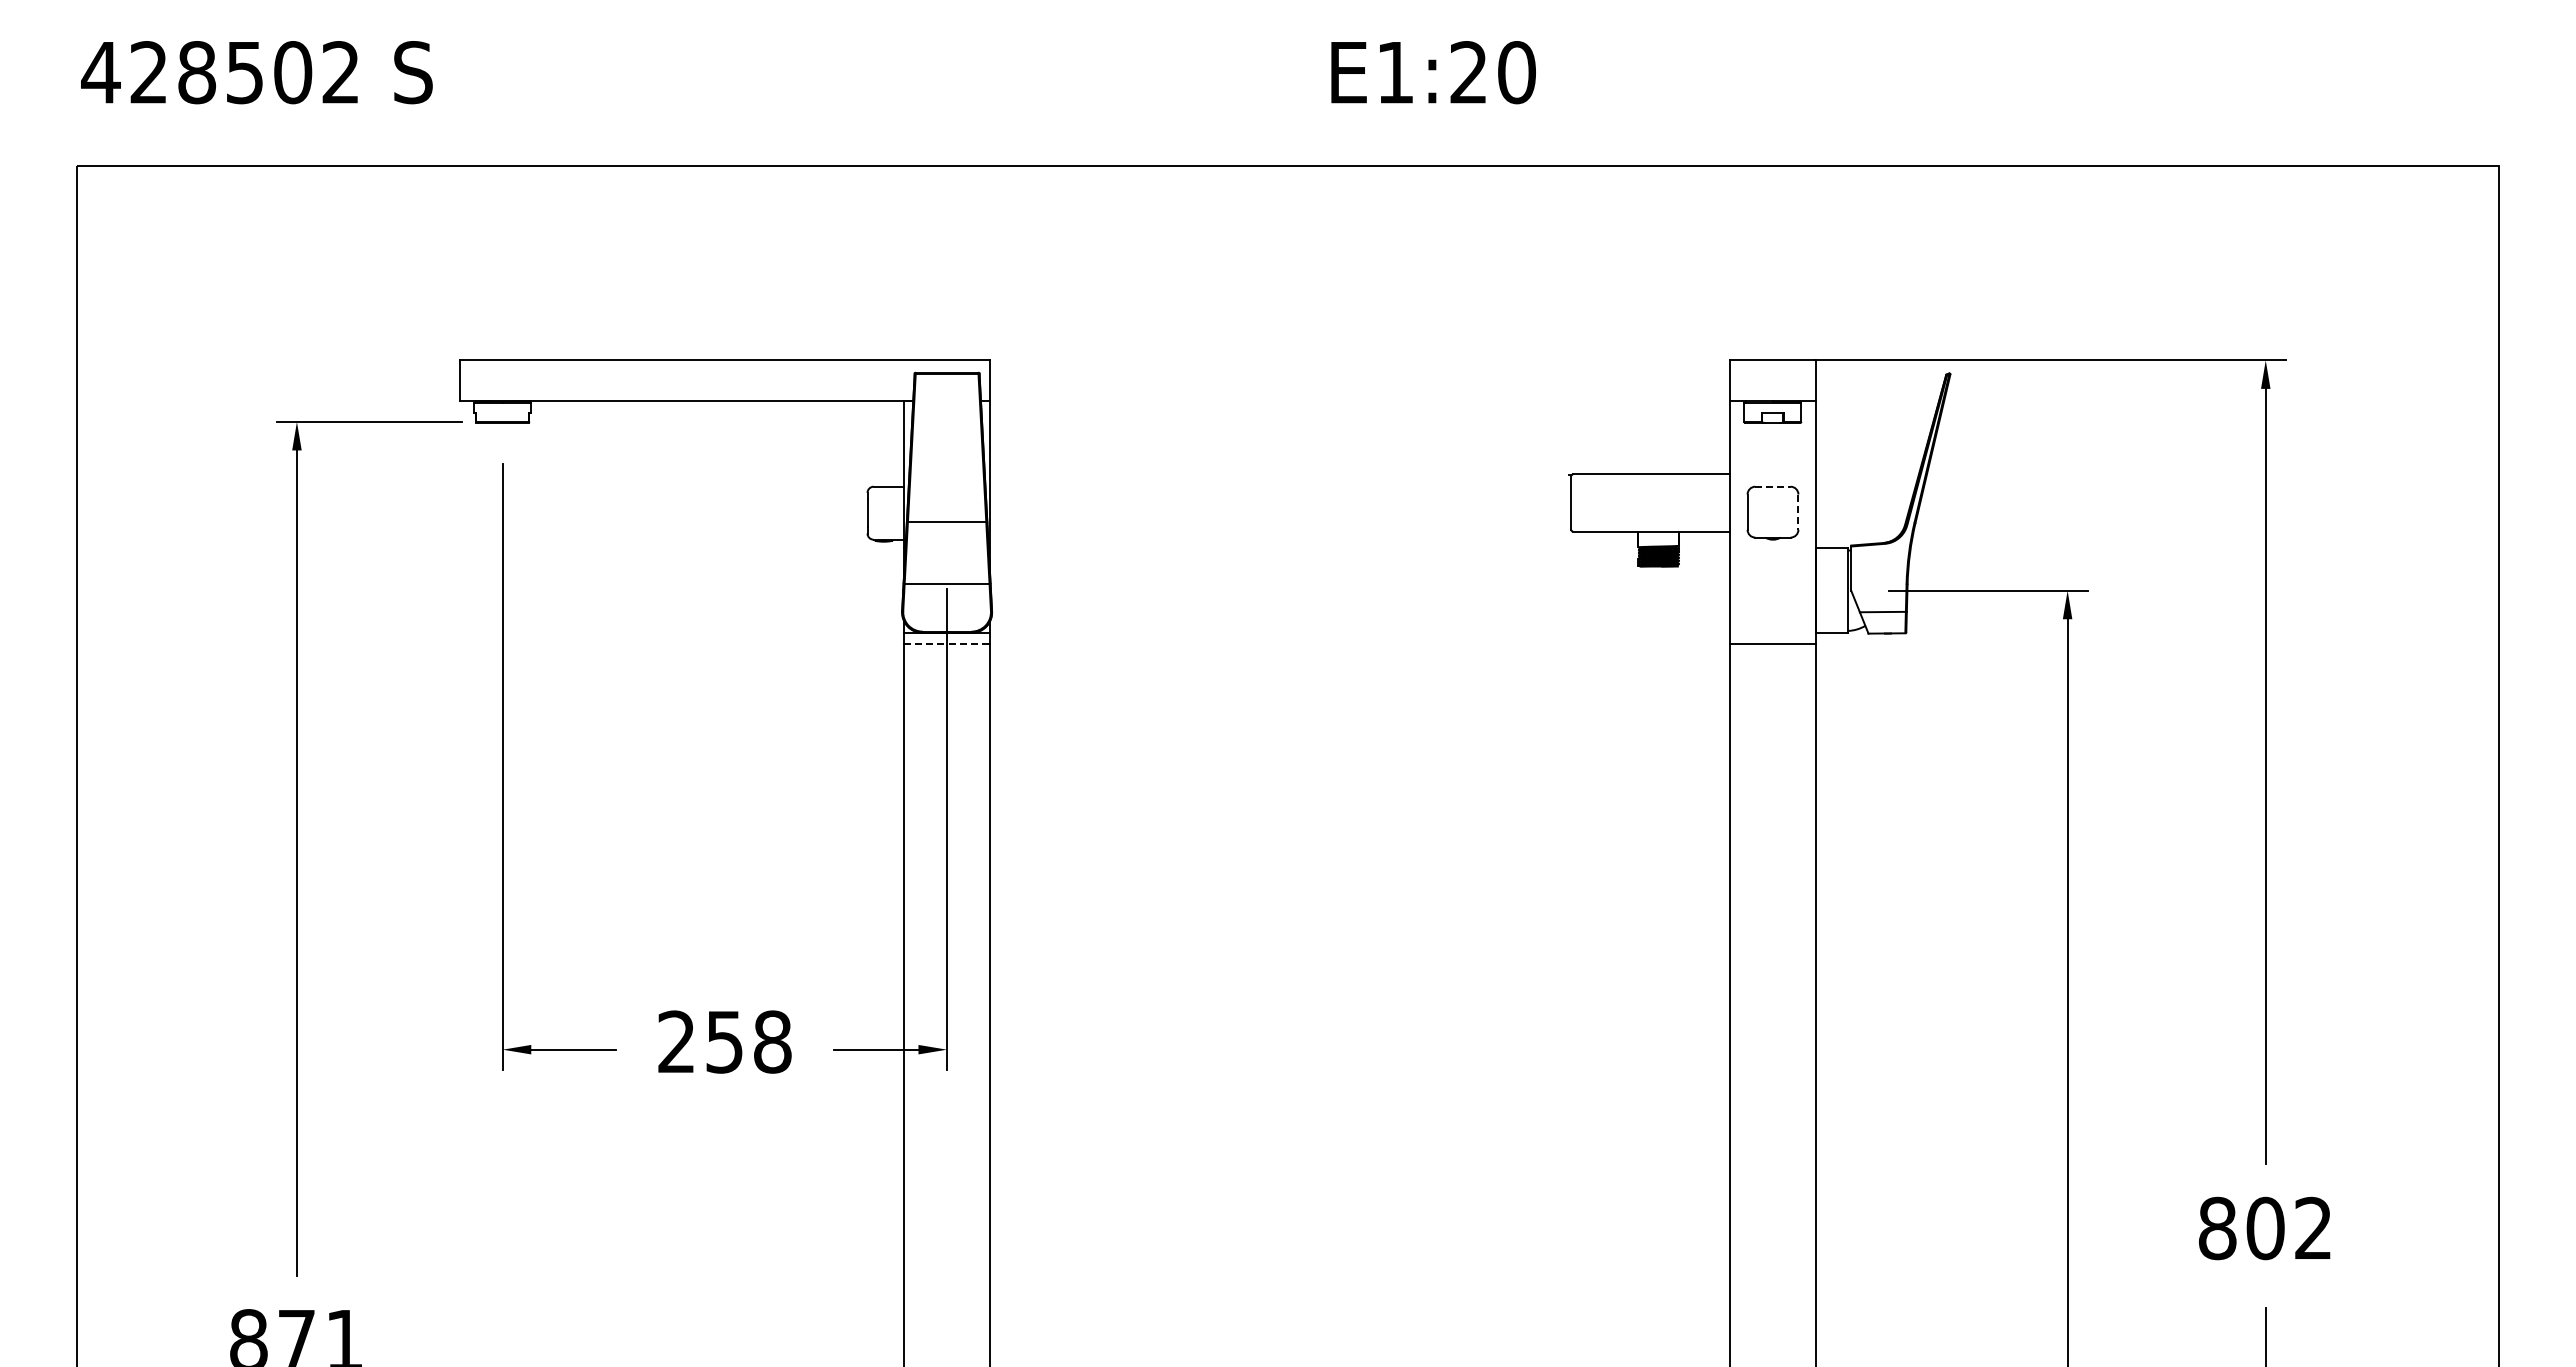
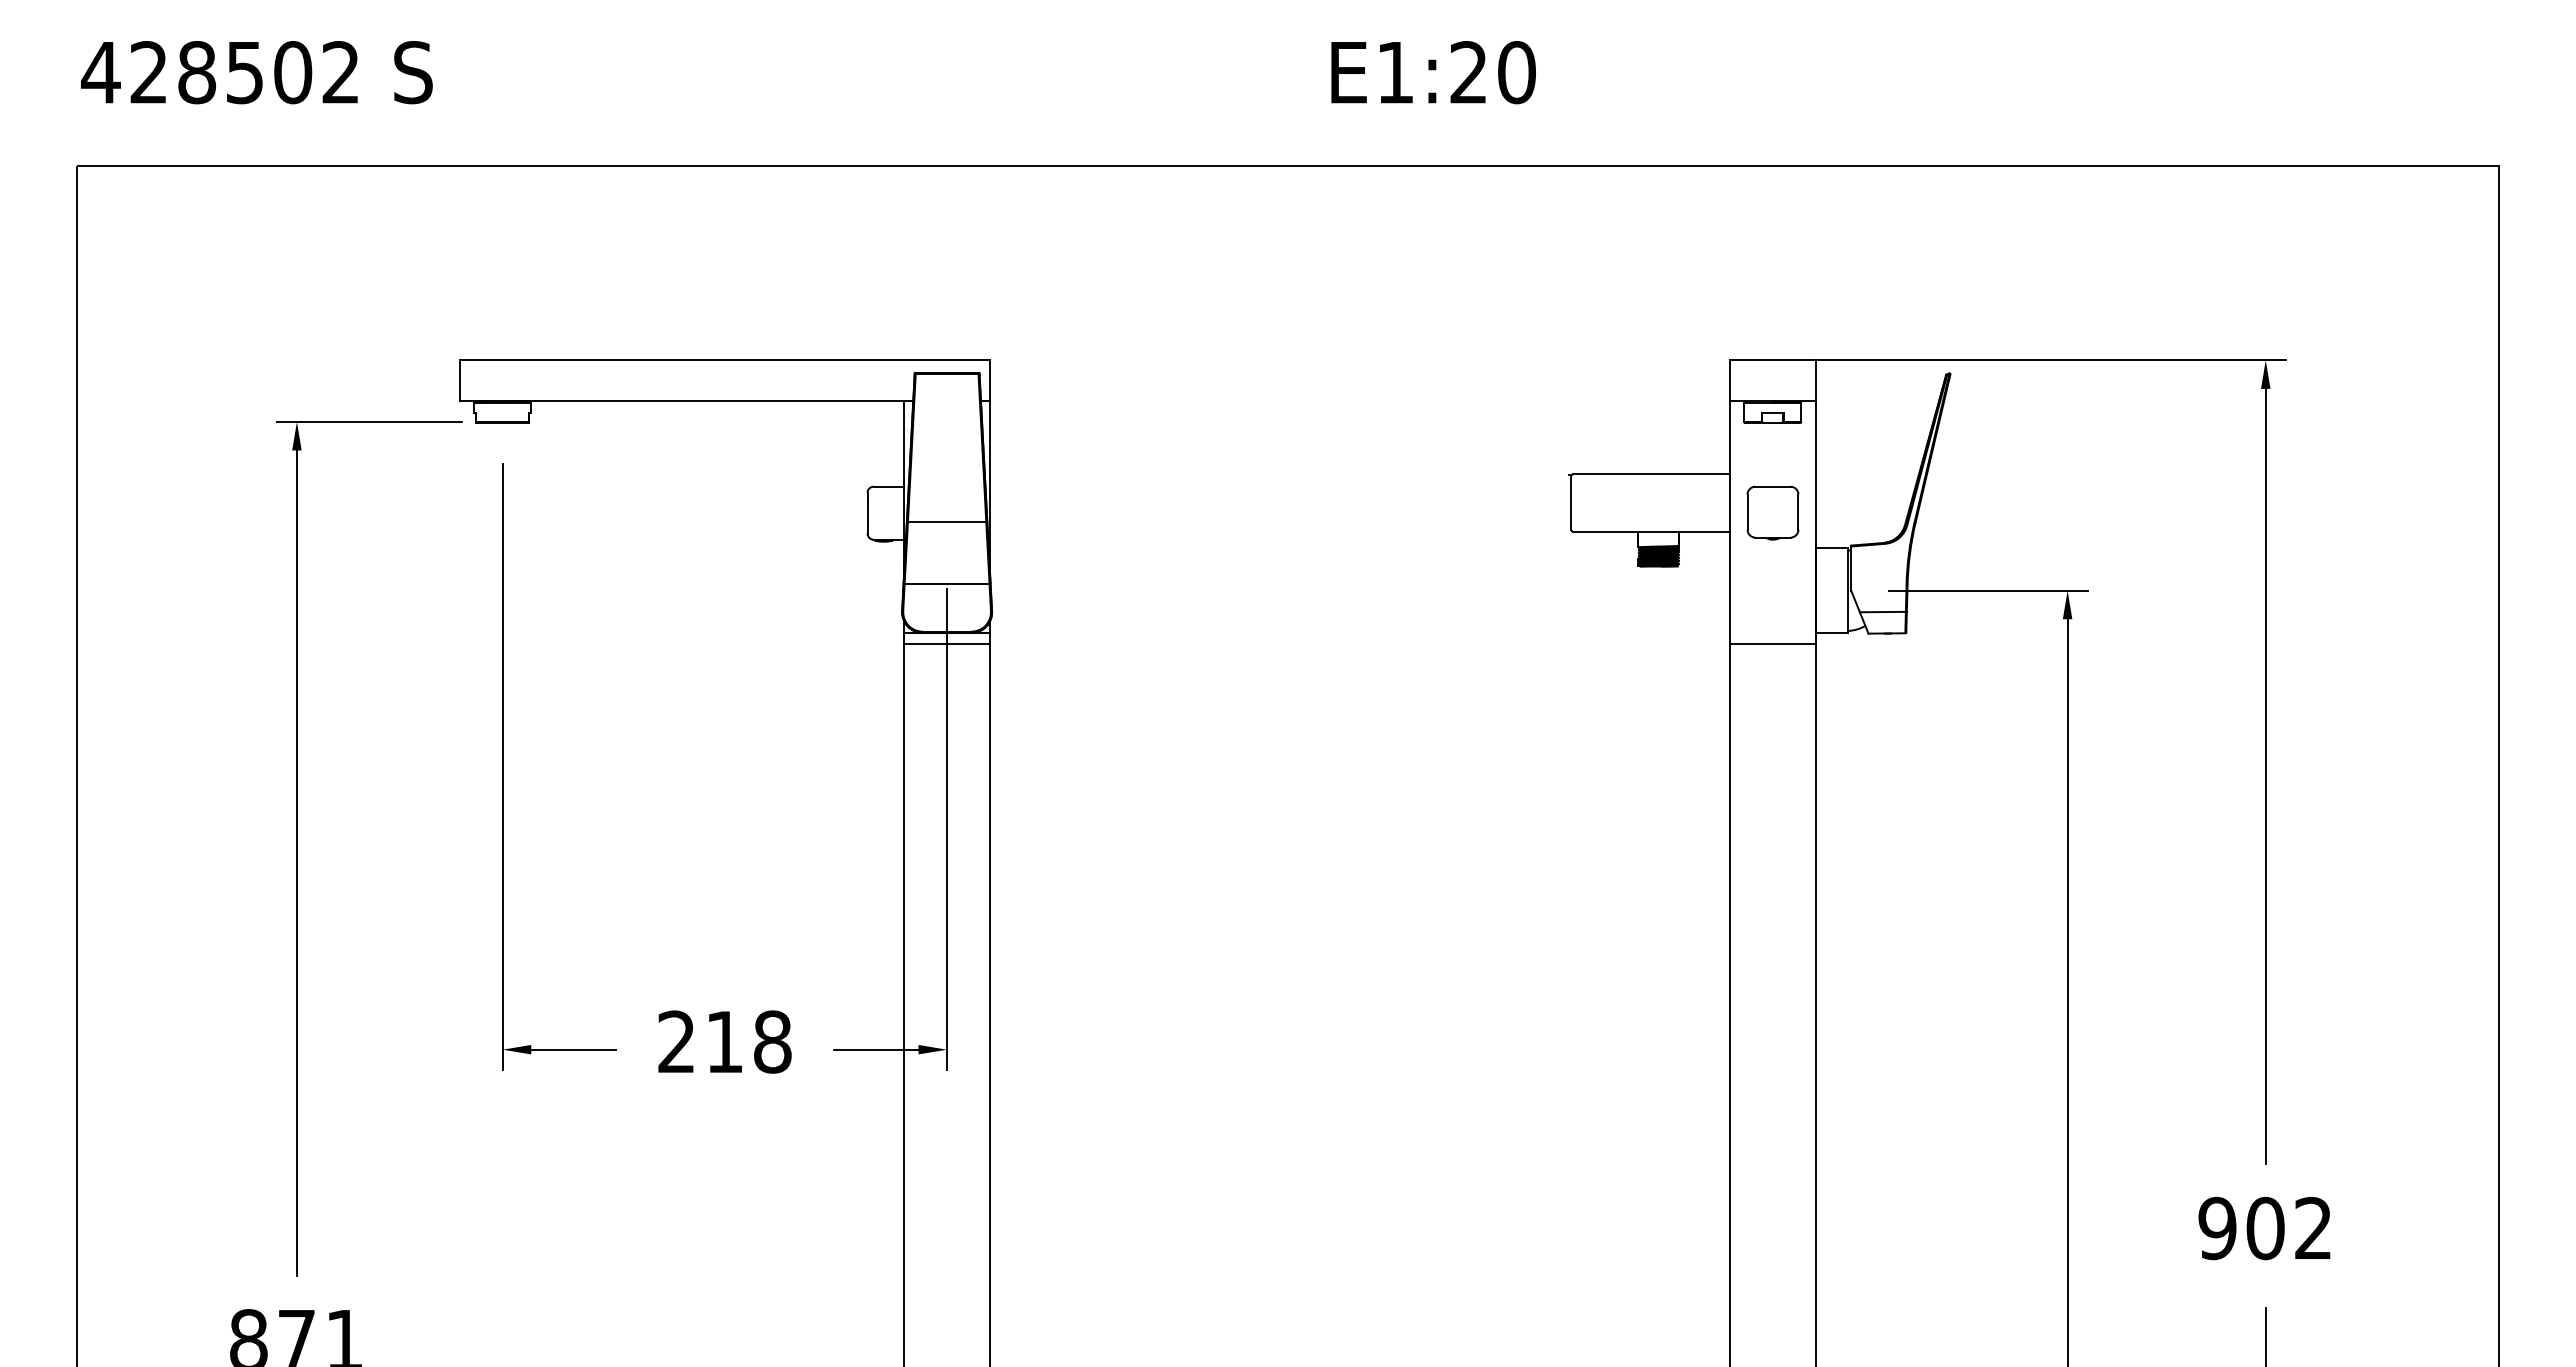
line at (1772, 486): dashed -> solid
line at (1798, 512): dashed -> solid
line at (947, 643): dashed -> solid
text at (724, 1042): 258 -> 218
text at (2217, 1228): 802 -> 902
